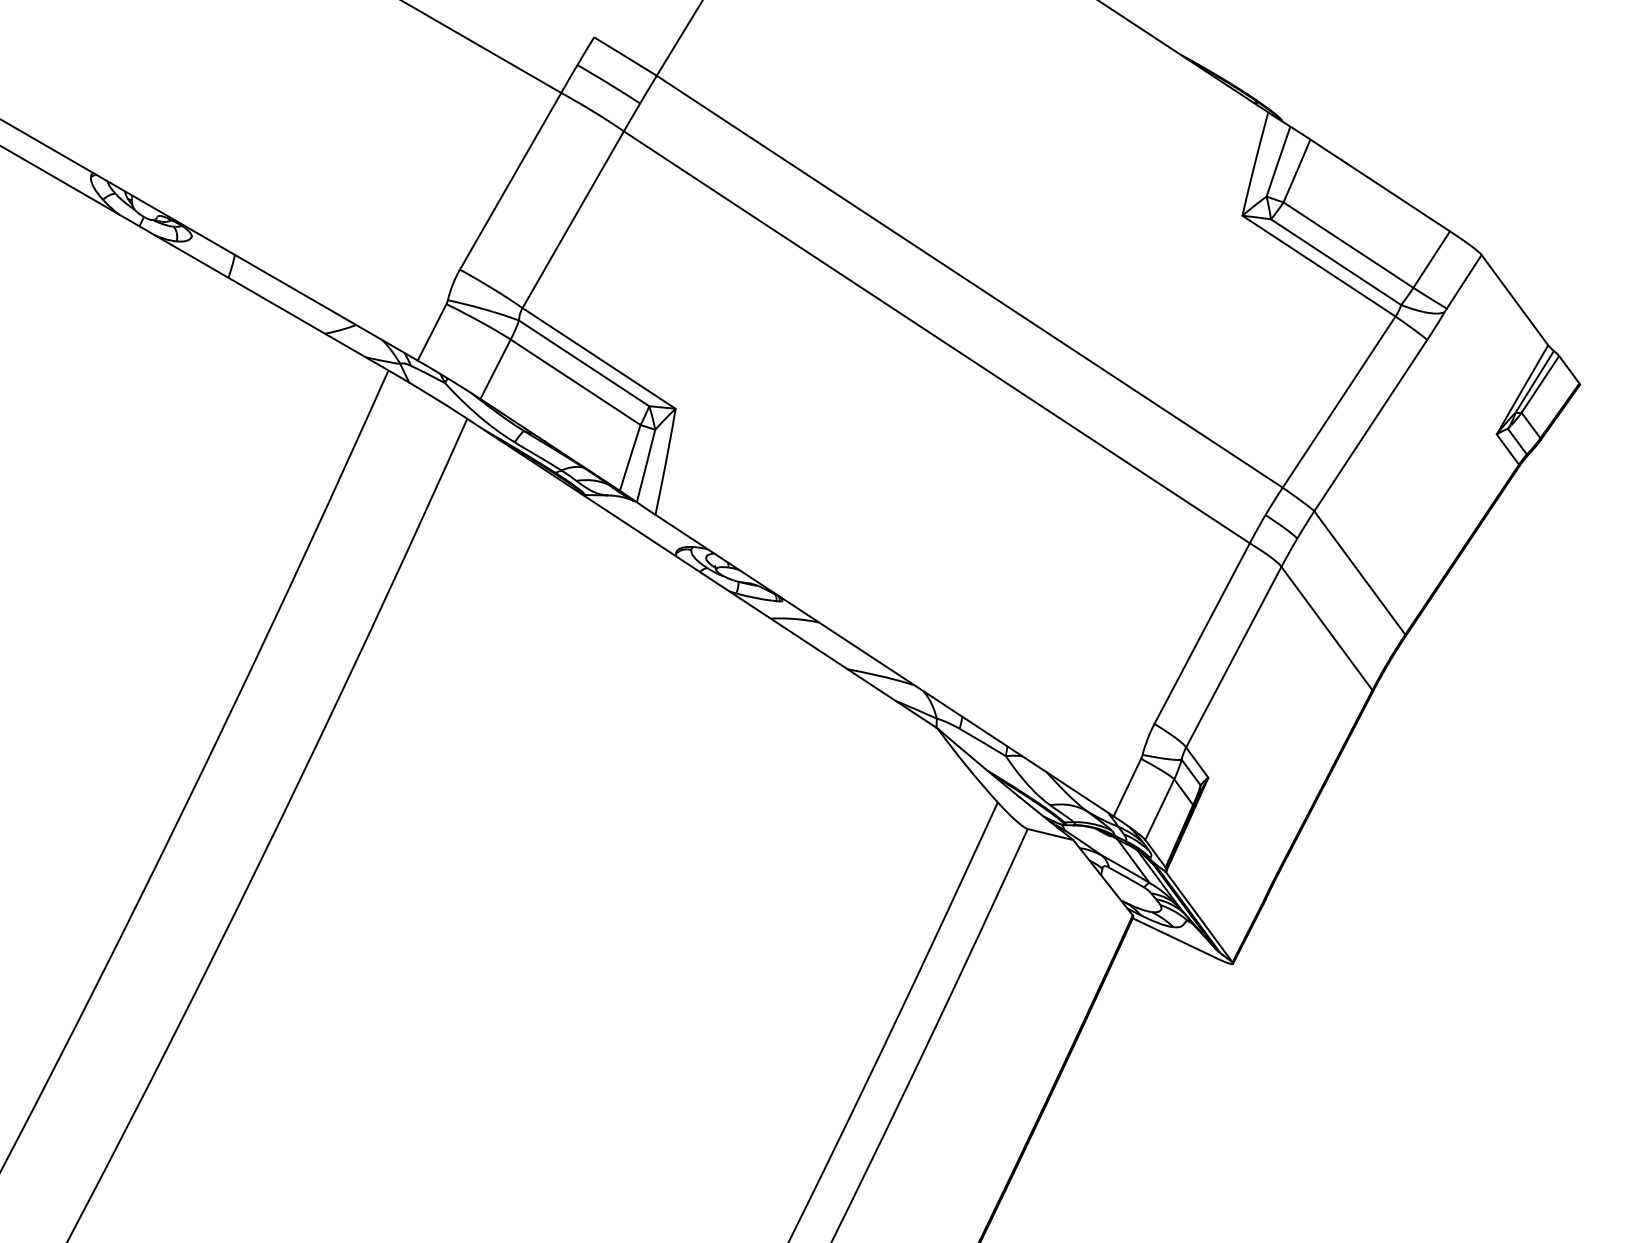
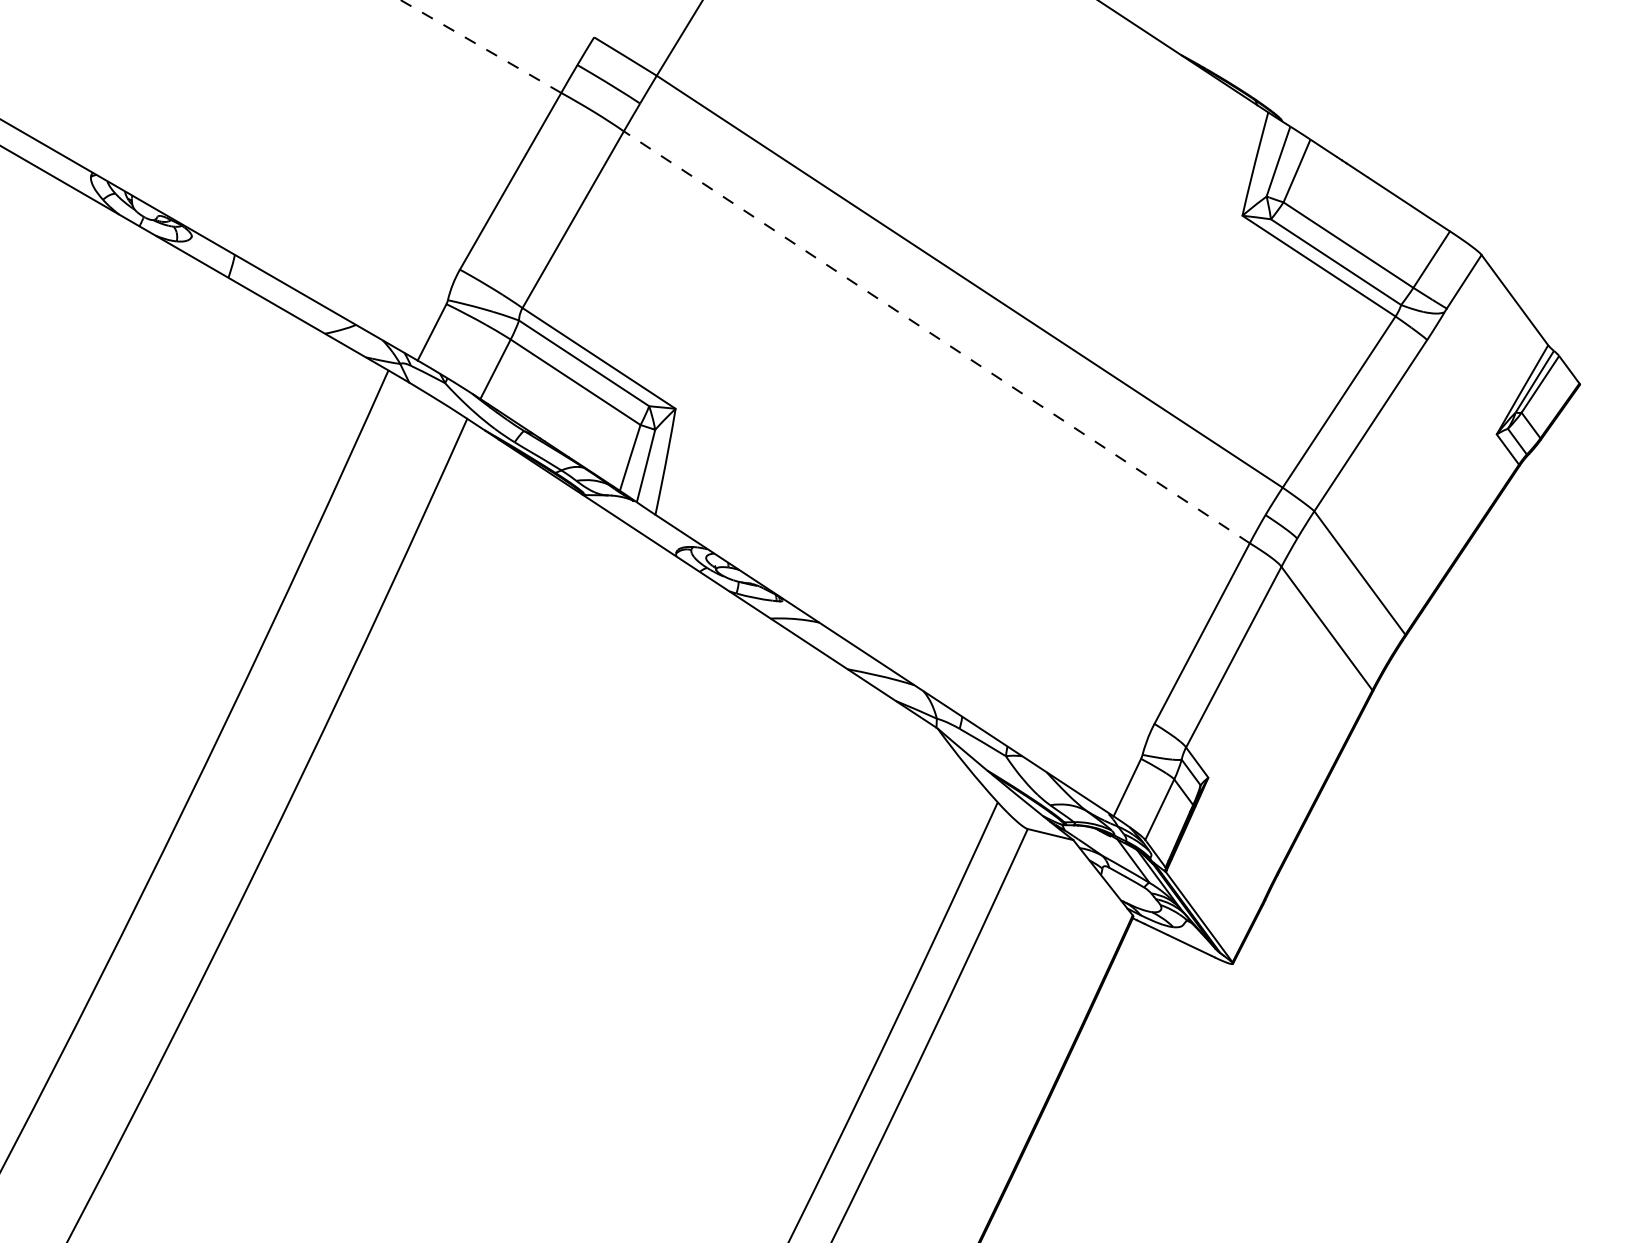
line at (480, 46): solid -> dashed
line at (936, 337): solid -> dashed
